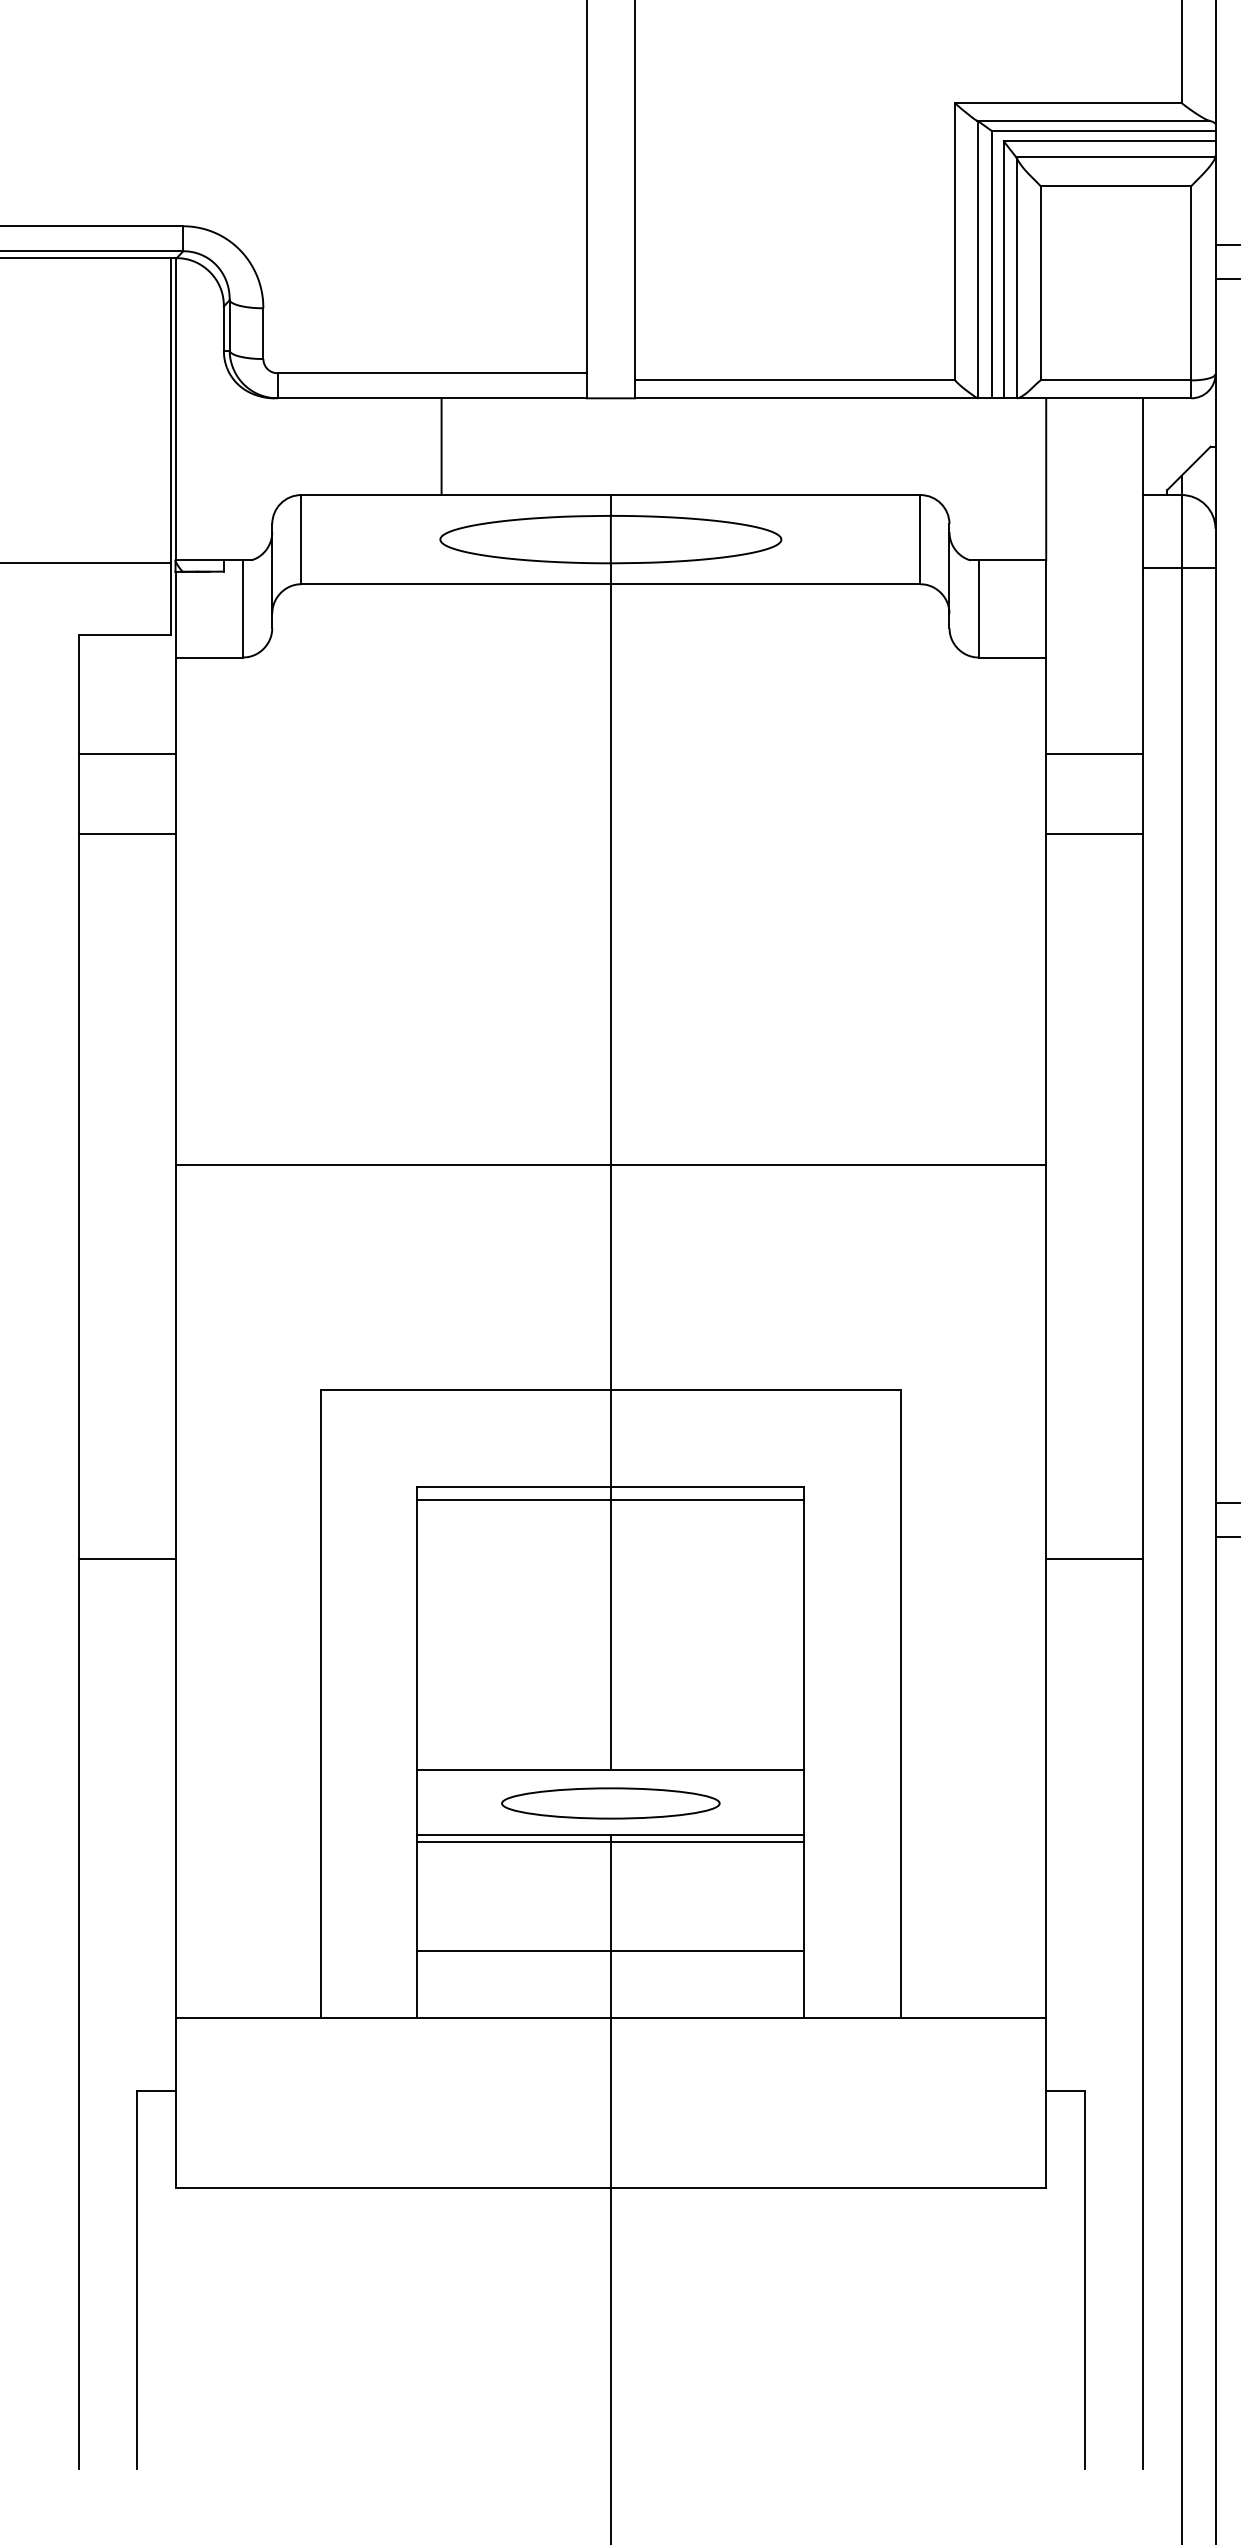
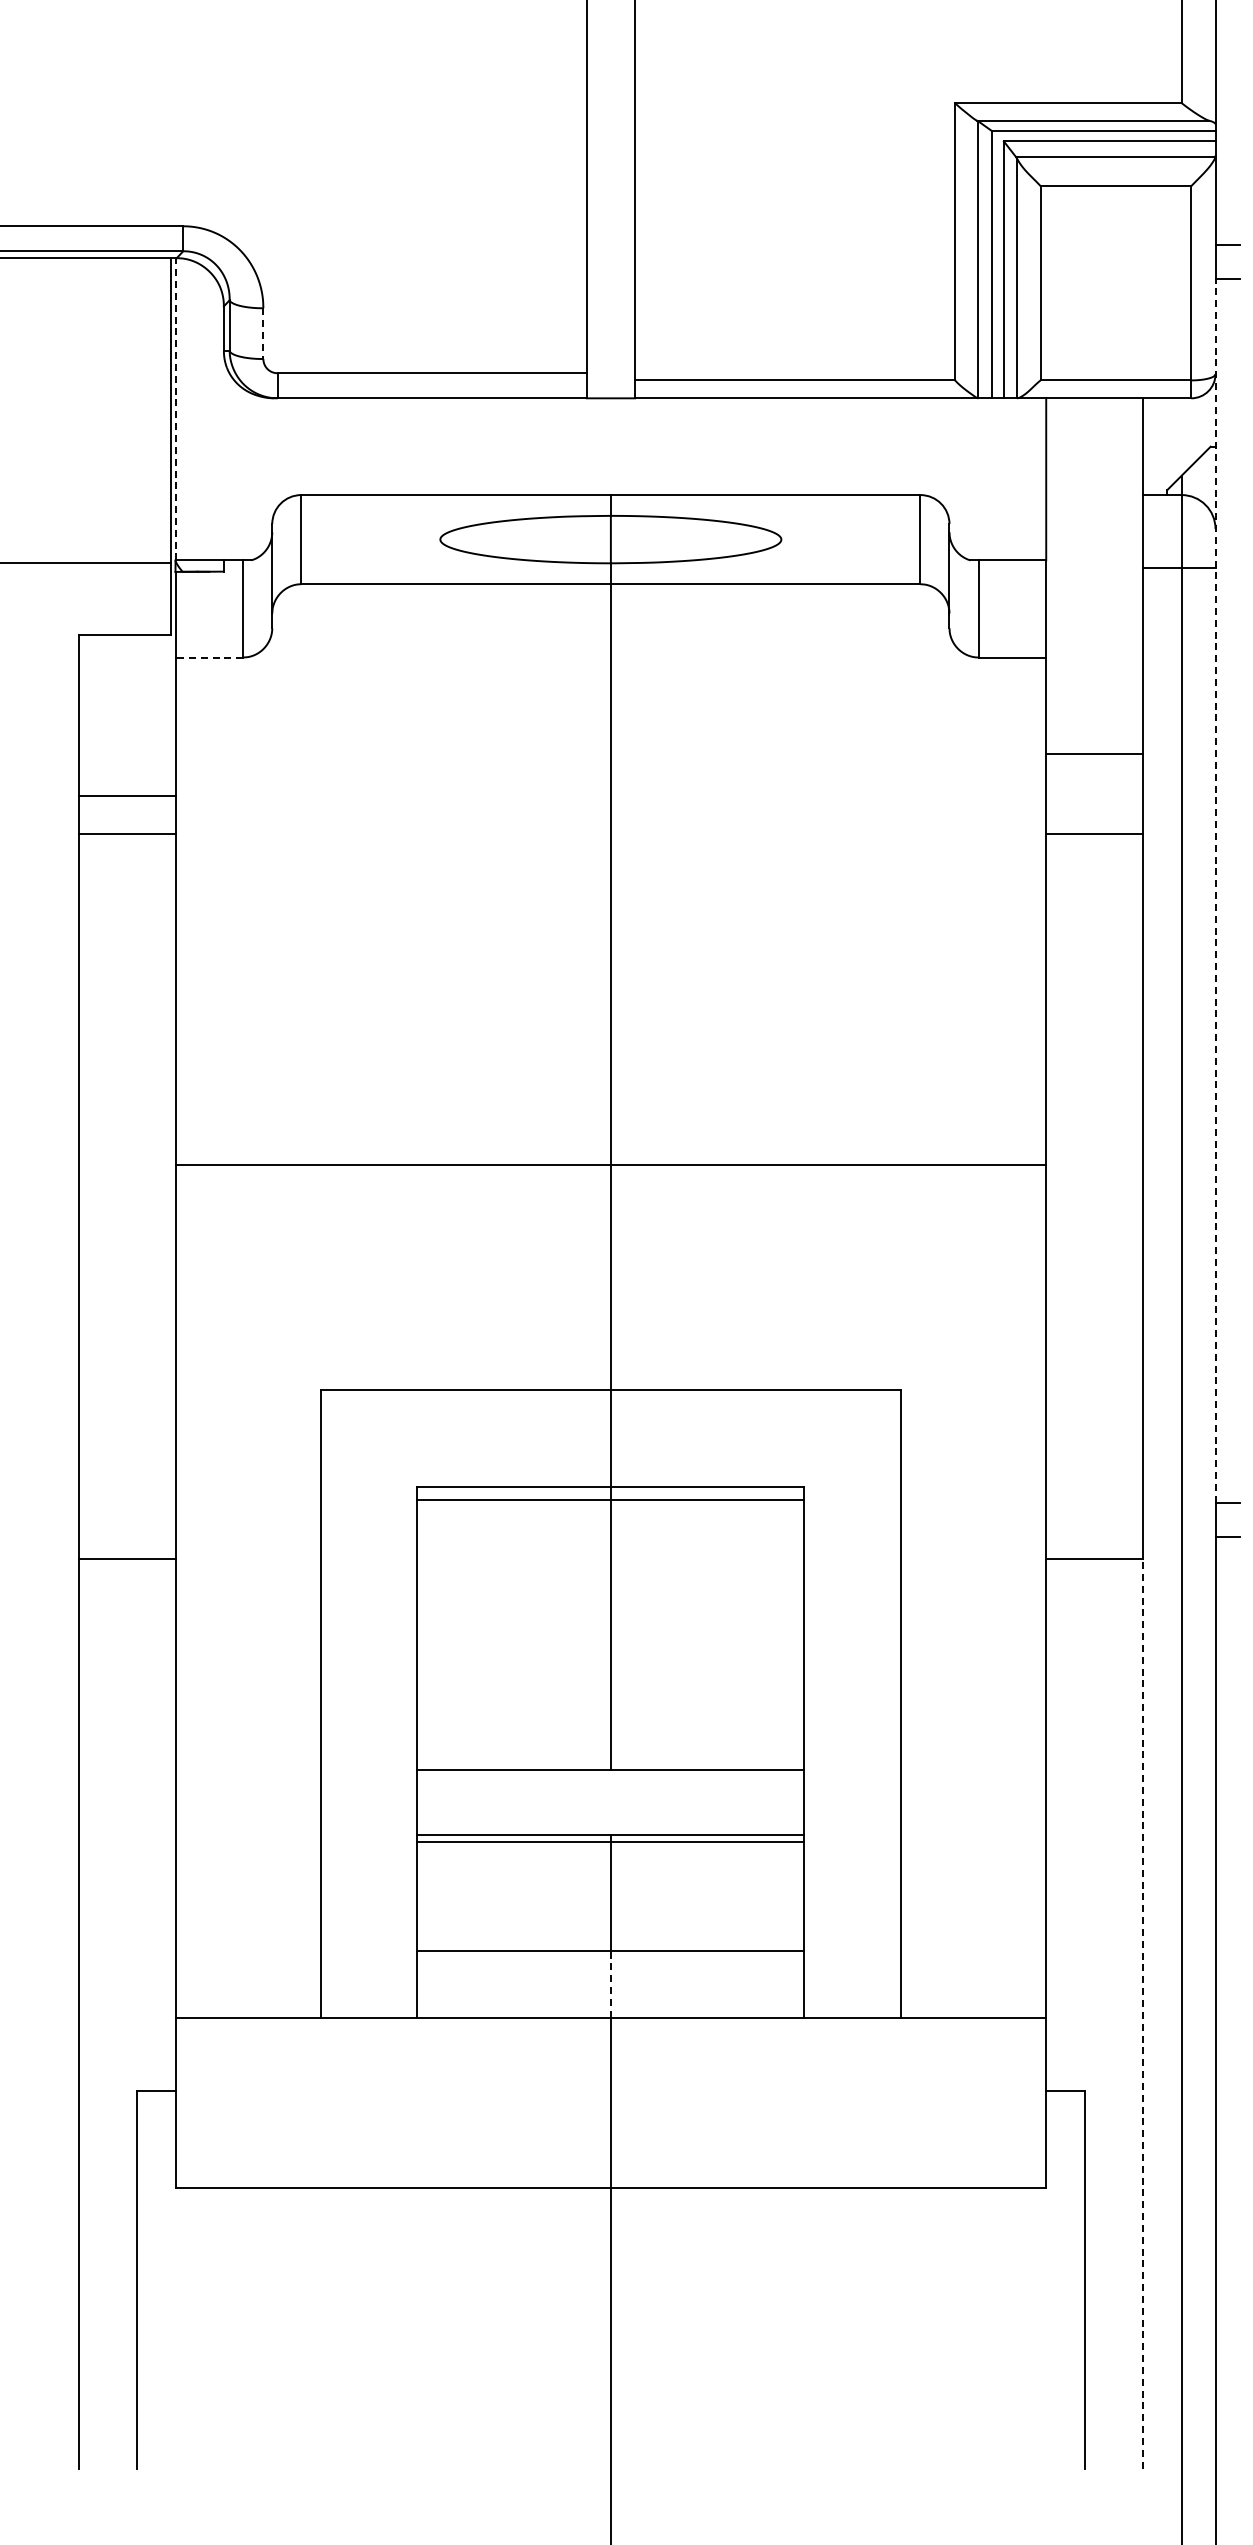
line at (263, 334): solid -> dashed
line at (175, 408): solid -> dashed
line at (441, 446): present -> none
line at (209, 657): solid -> dashed
line at (126, 753) position: (126, 753) -> (126, 795)
line at (1215, 890): solid -> dashed
part at (610, 1803): present -> none
line at (610, 1983): solid -> dashed
line at (1142, 2013): solid -> dashed
